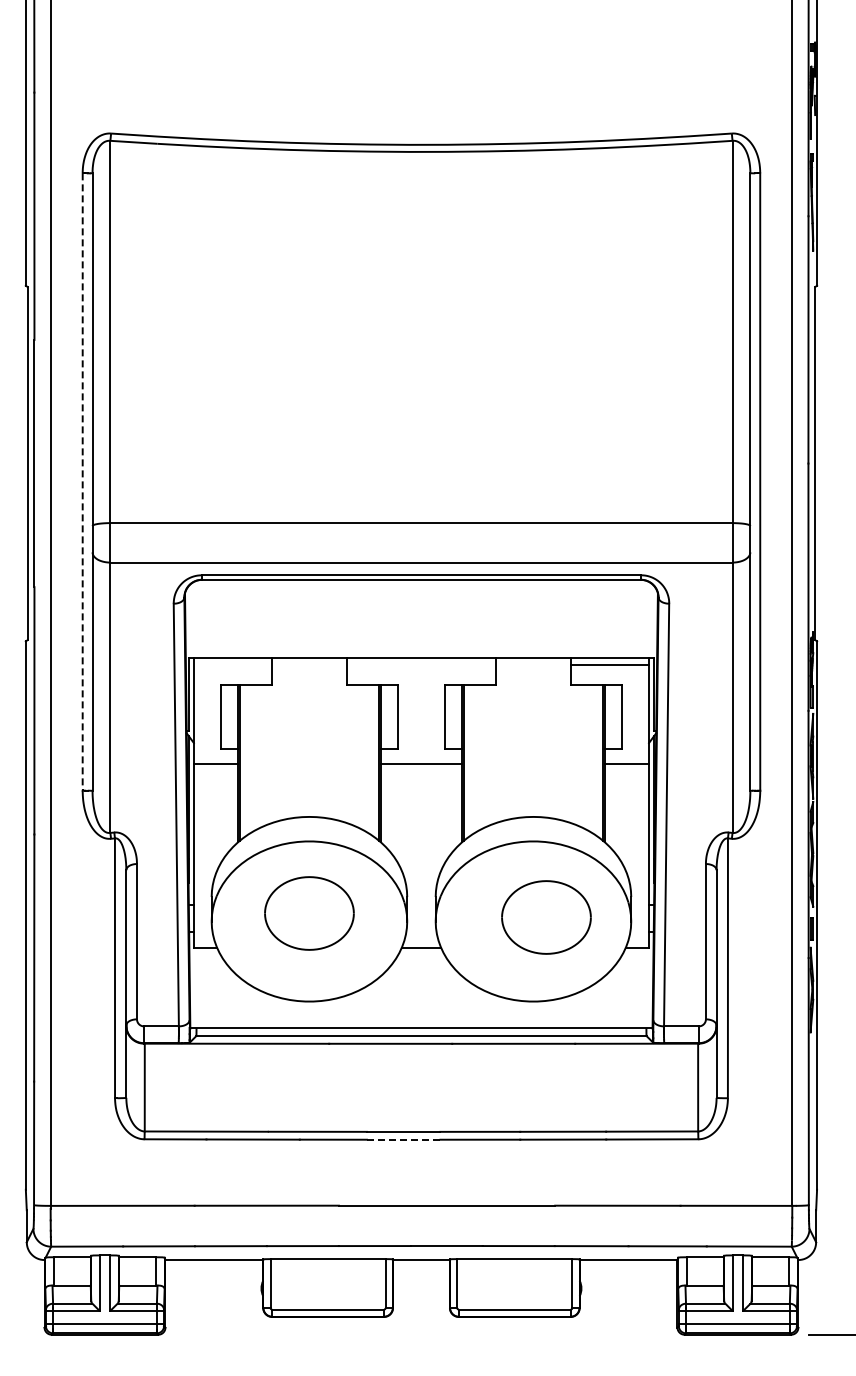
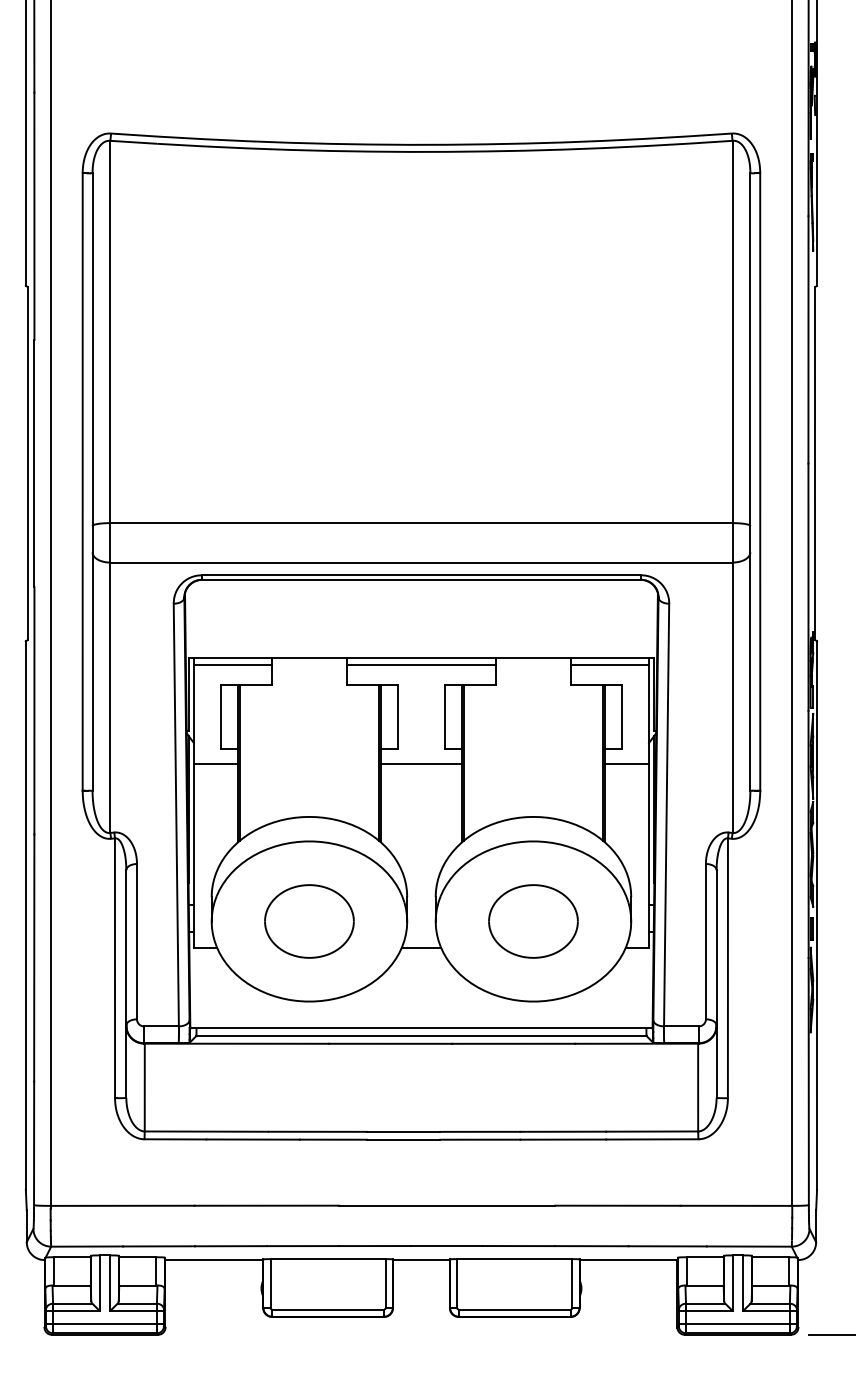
line at (82, 482): dashed -> solid
line at (232, 665): none -> present
line at (421, 665): none -> present
part at (309, 913) position: (309, 913) -> (309, 921)
part at (546, 917) position: (546, 917) -> (533, 921)
line at (403, 1139): dashed -> solid
